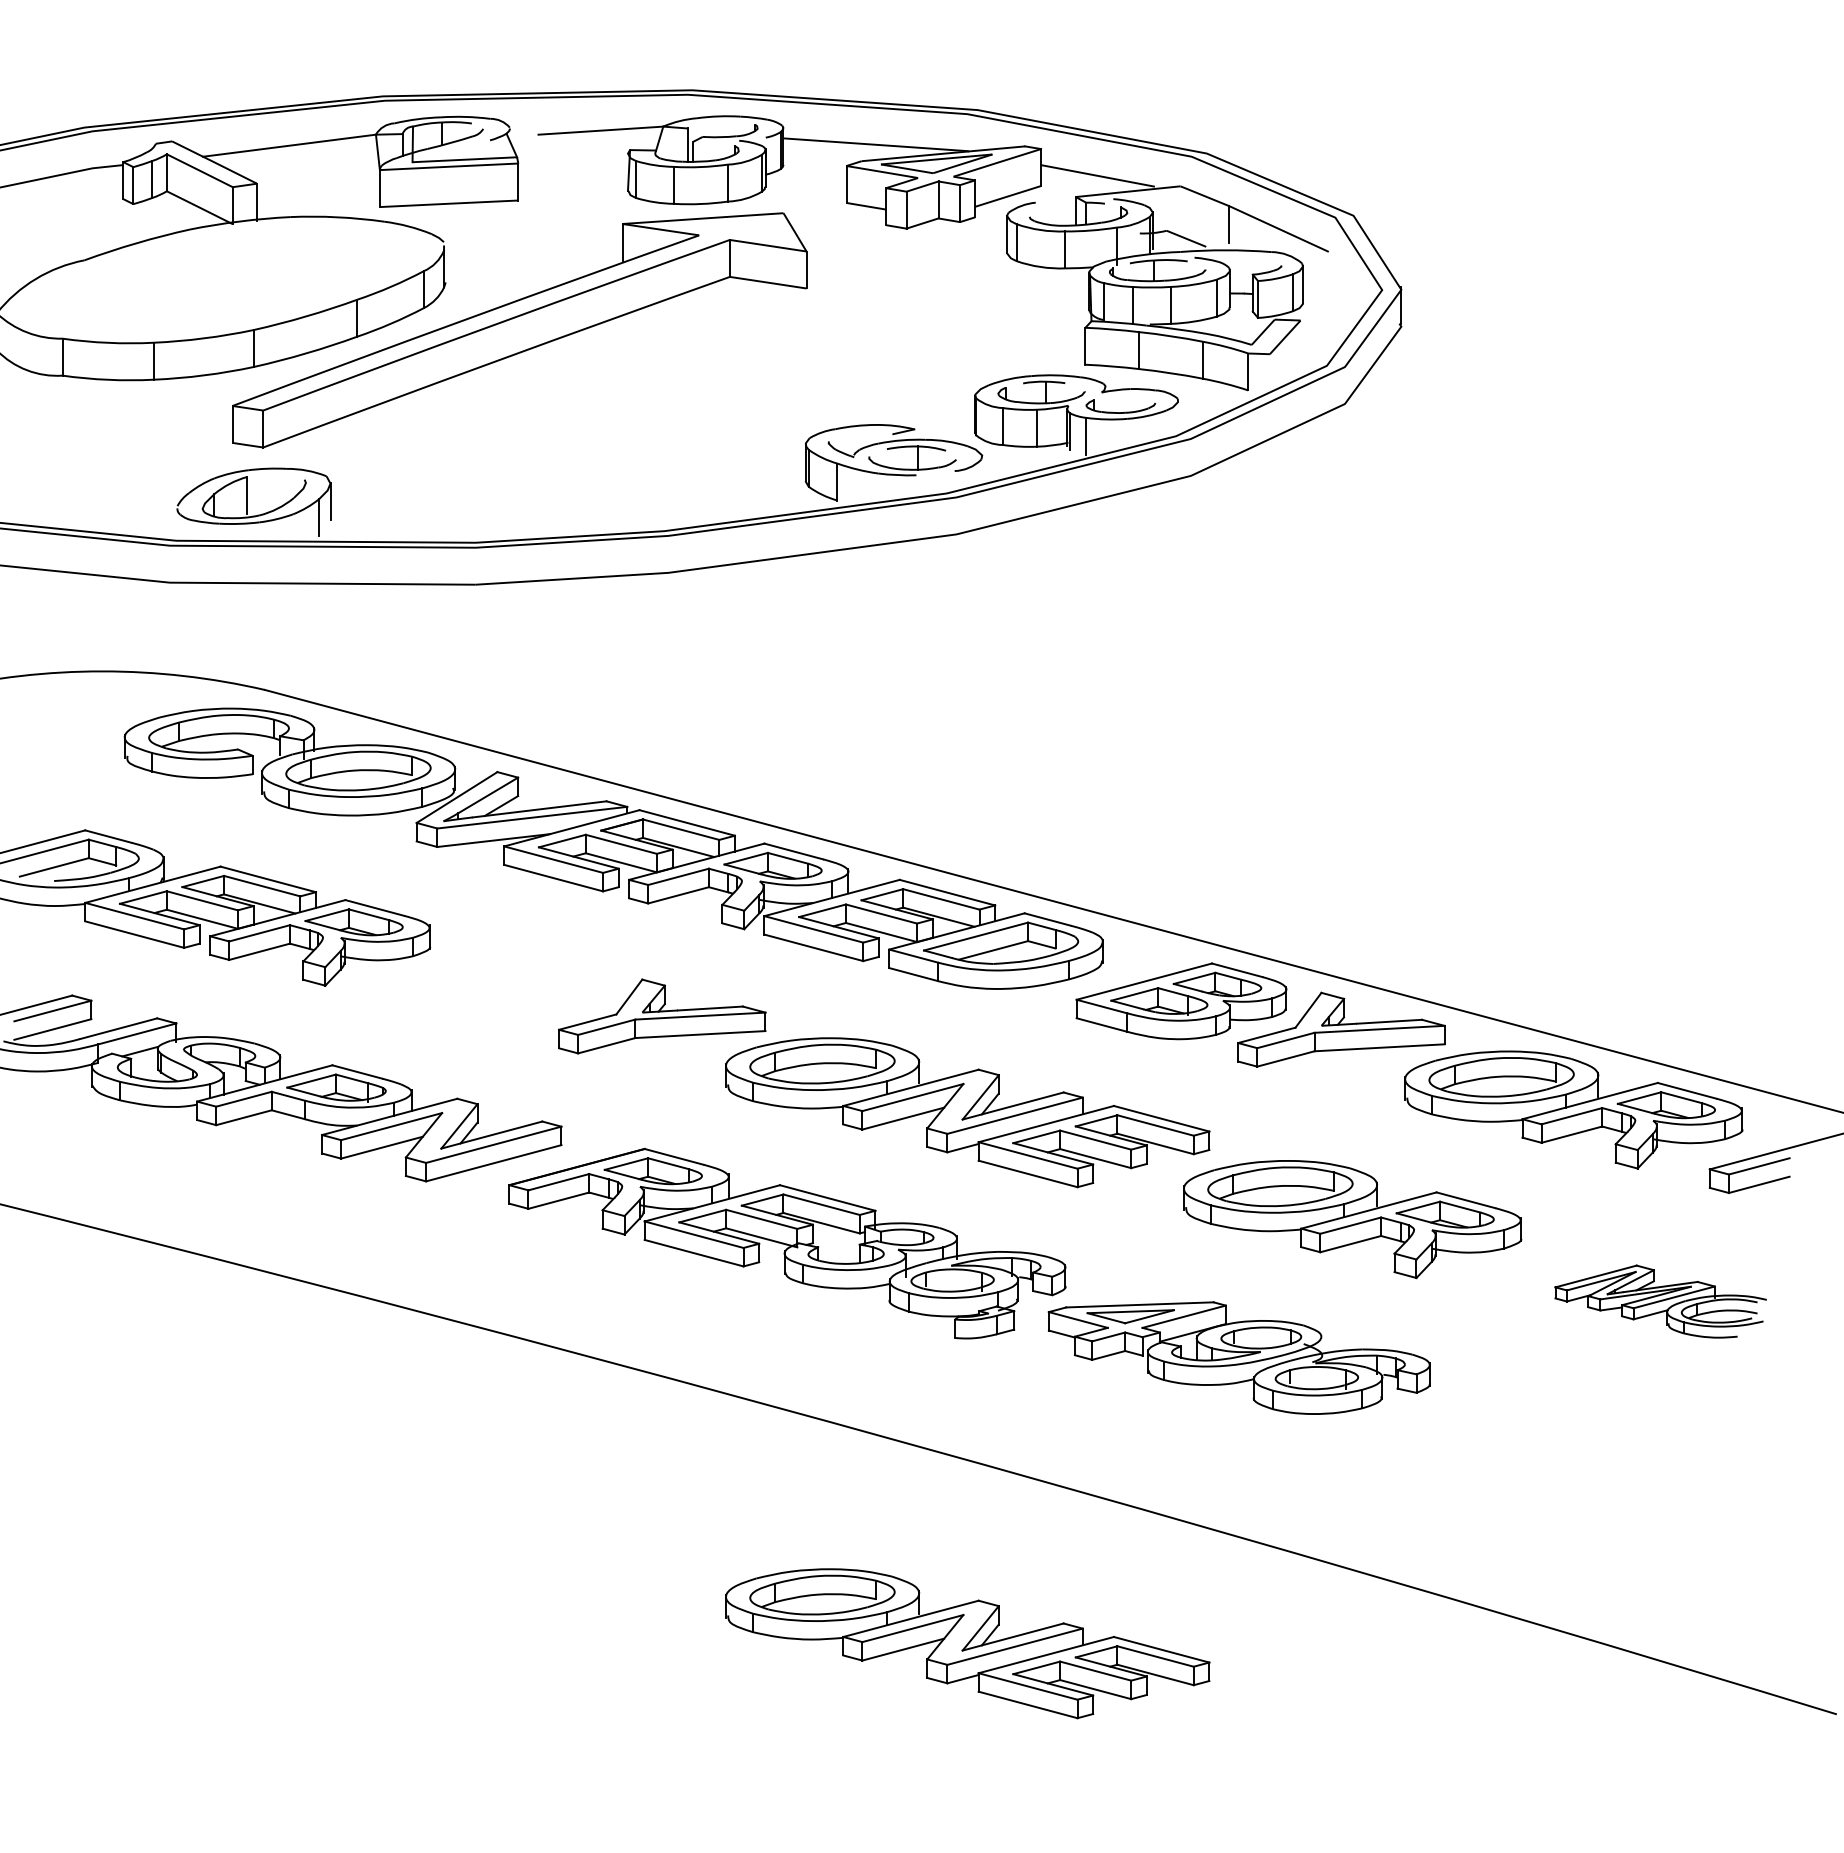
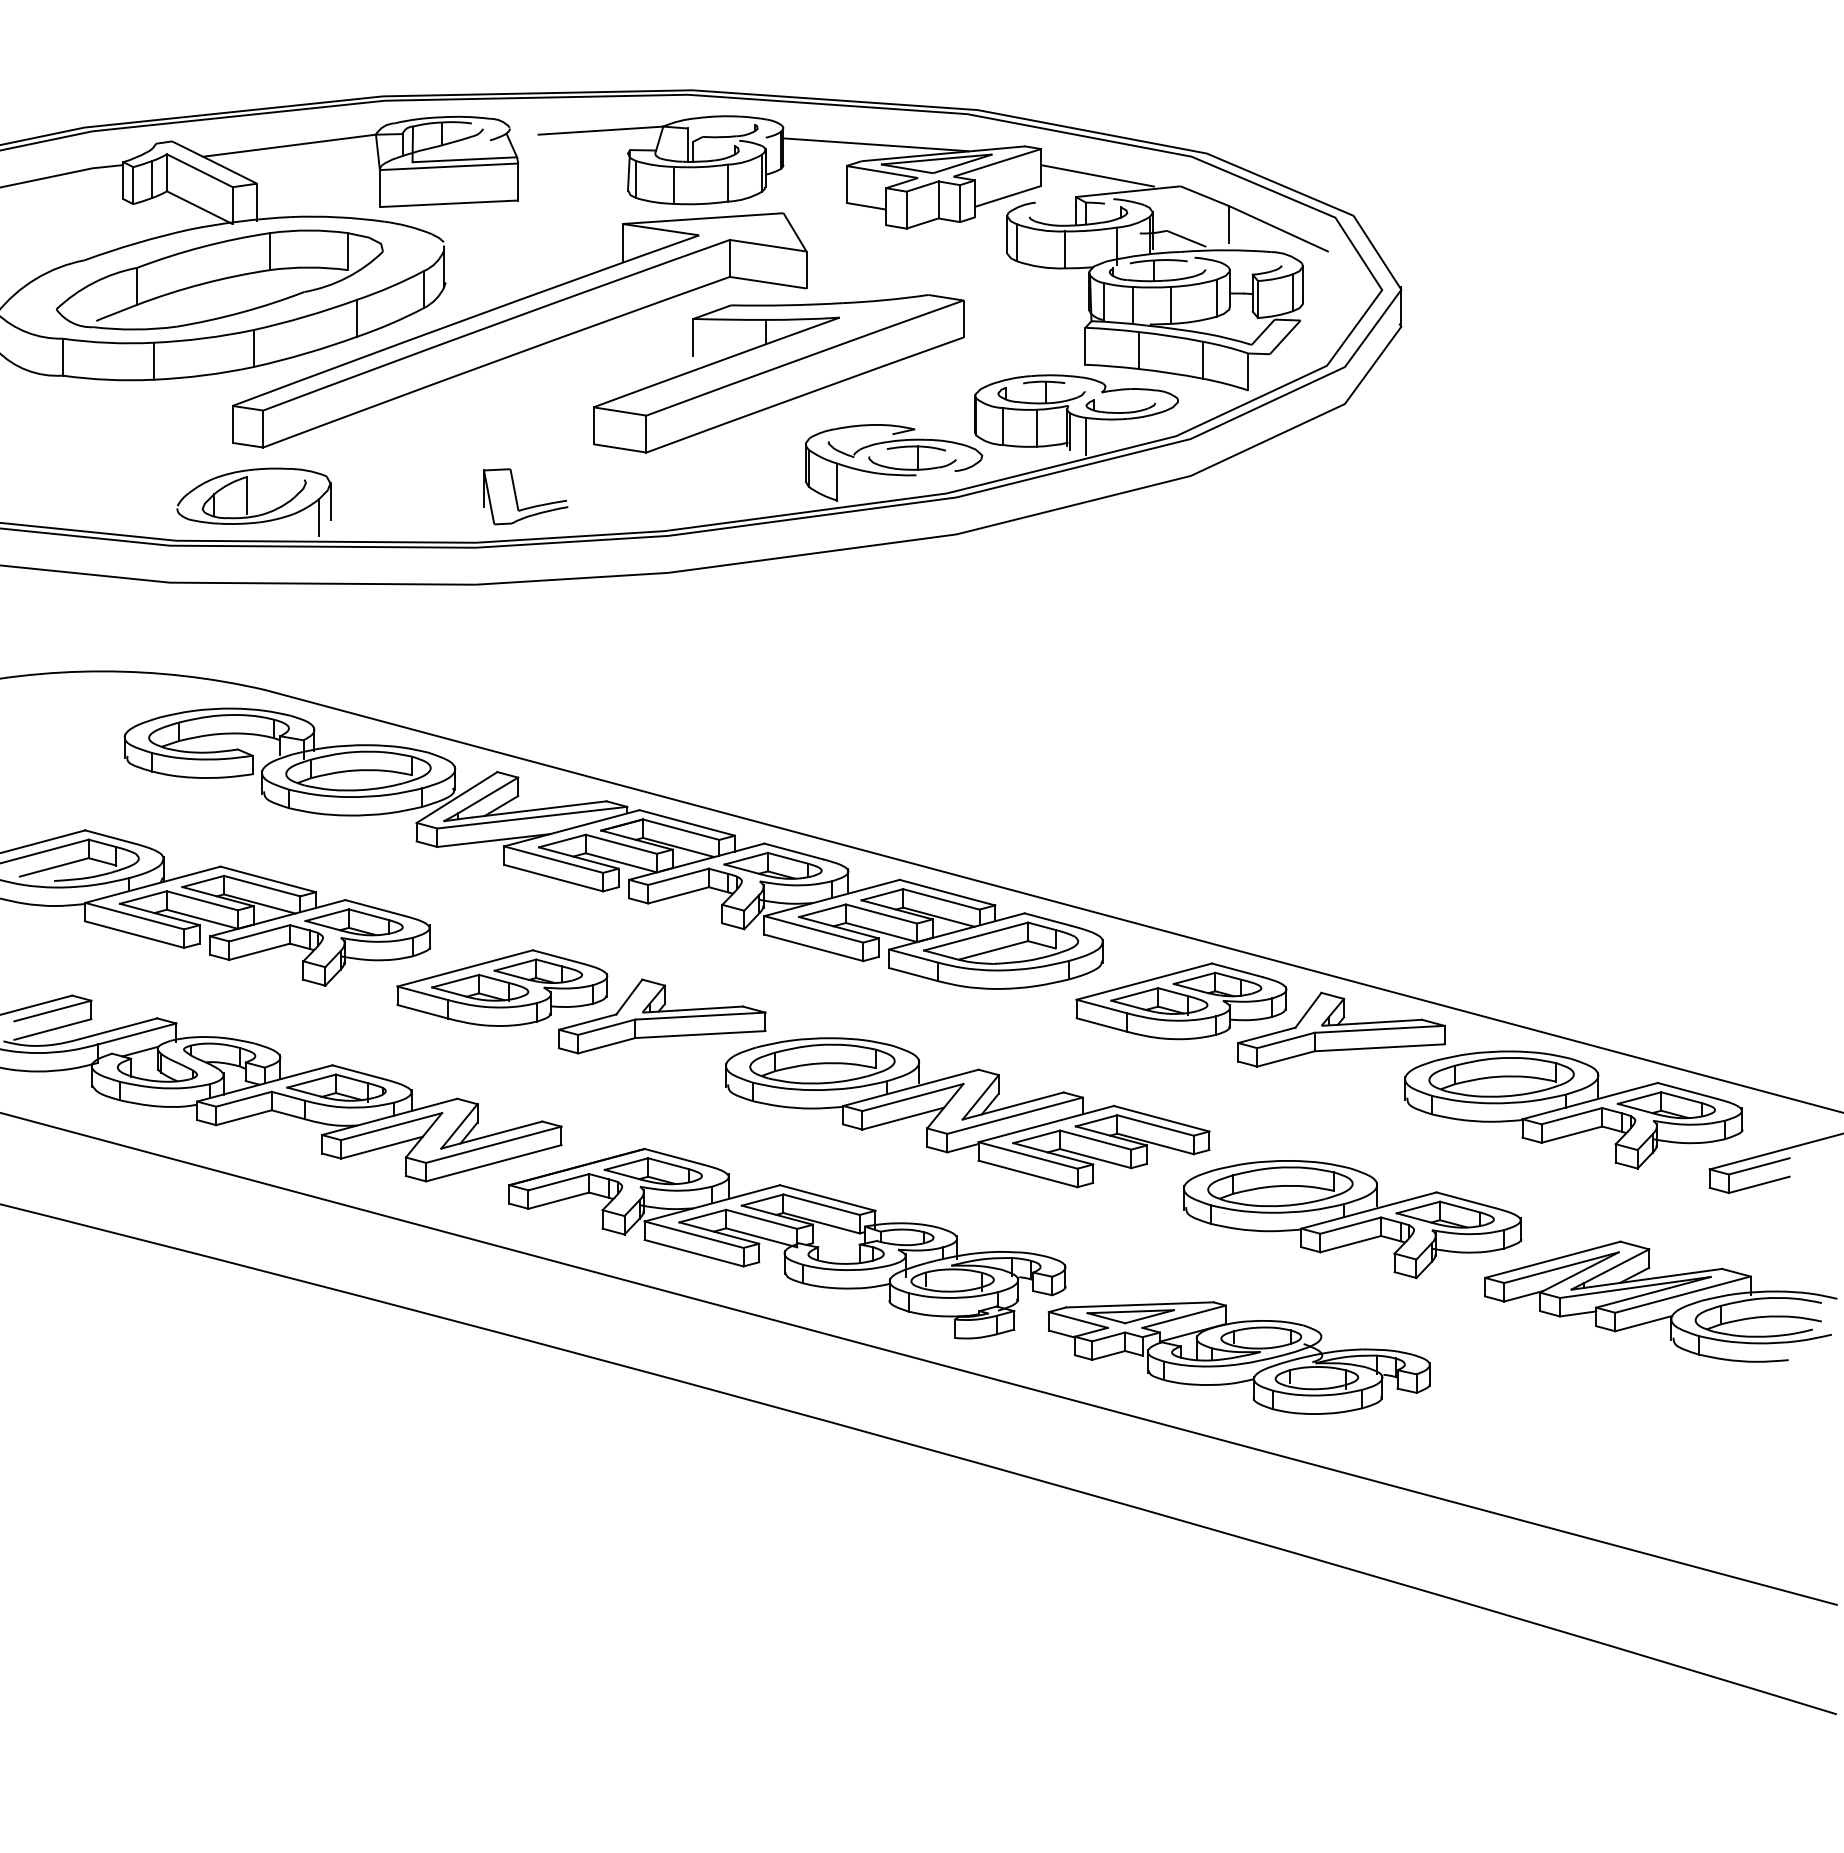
part at (219, 279): none -> present
part at (778, 373): none -> present
part at (517, 499): none -> present
part at (502, 987): none -> present
part at (1660, 1301) size: 213x75 px -> 354x123 px
line at (919, 1358): none -> present
part at (967, 1643): present -> none
